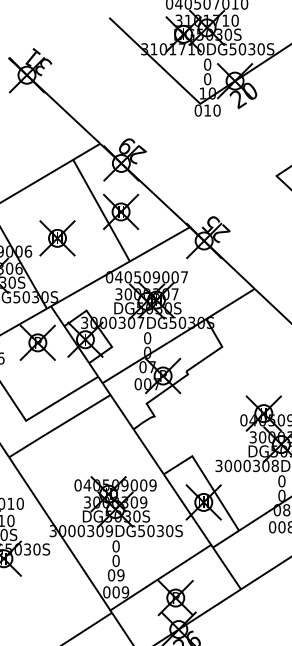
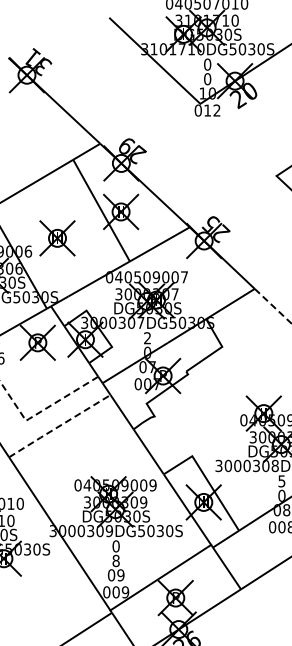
text at (216, 110): 010 -> 012
line at (273, 306): solid -> dashed
text at (147, 338): 0 -> 2
line at (41, 411): solid -> dashed
line at (59, 426): solid -> dashed
text at (281, 481): 0 -> 5
text at (115, 560): 0 -> 8
